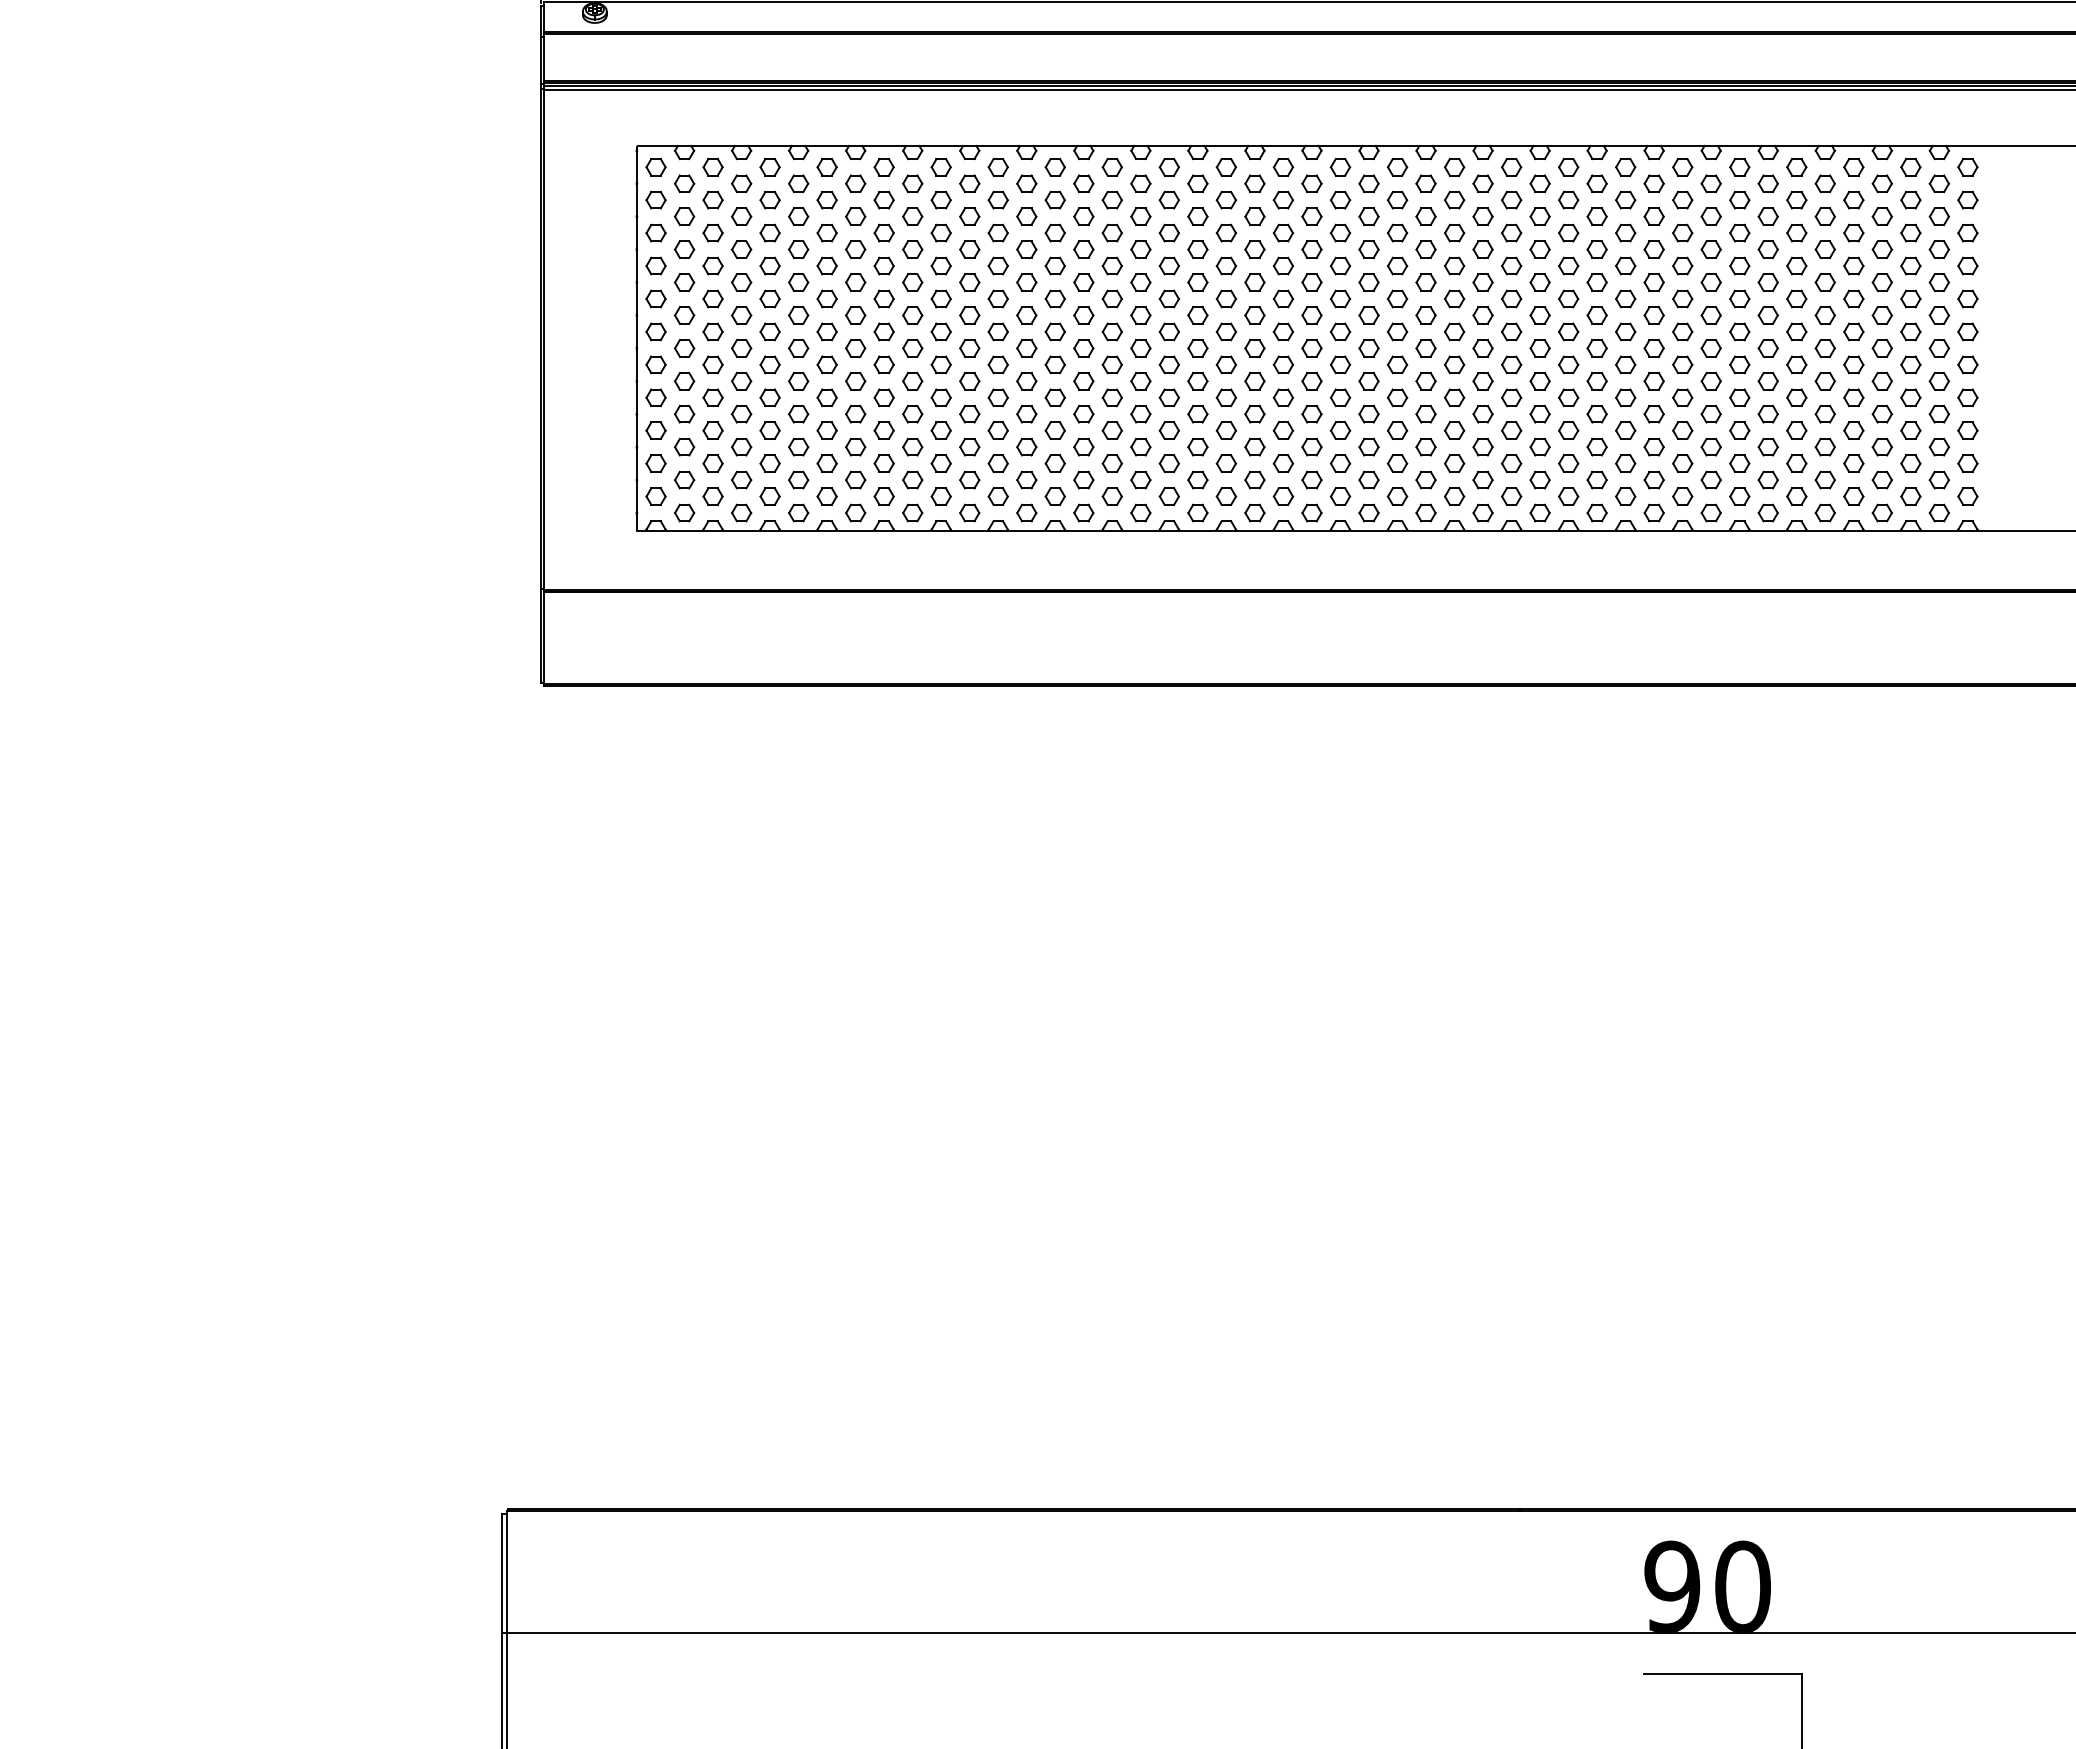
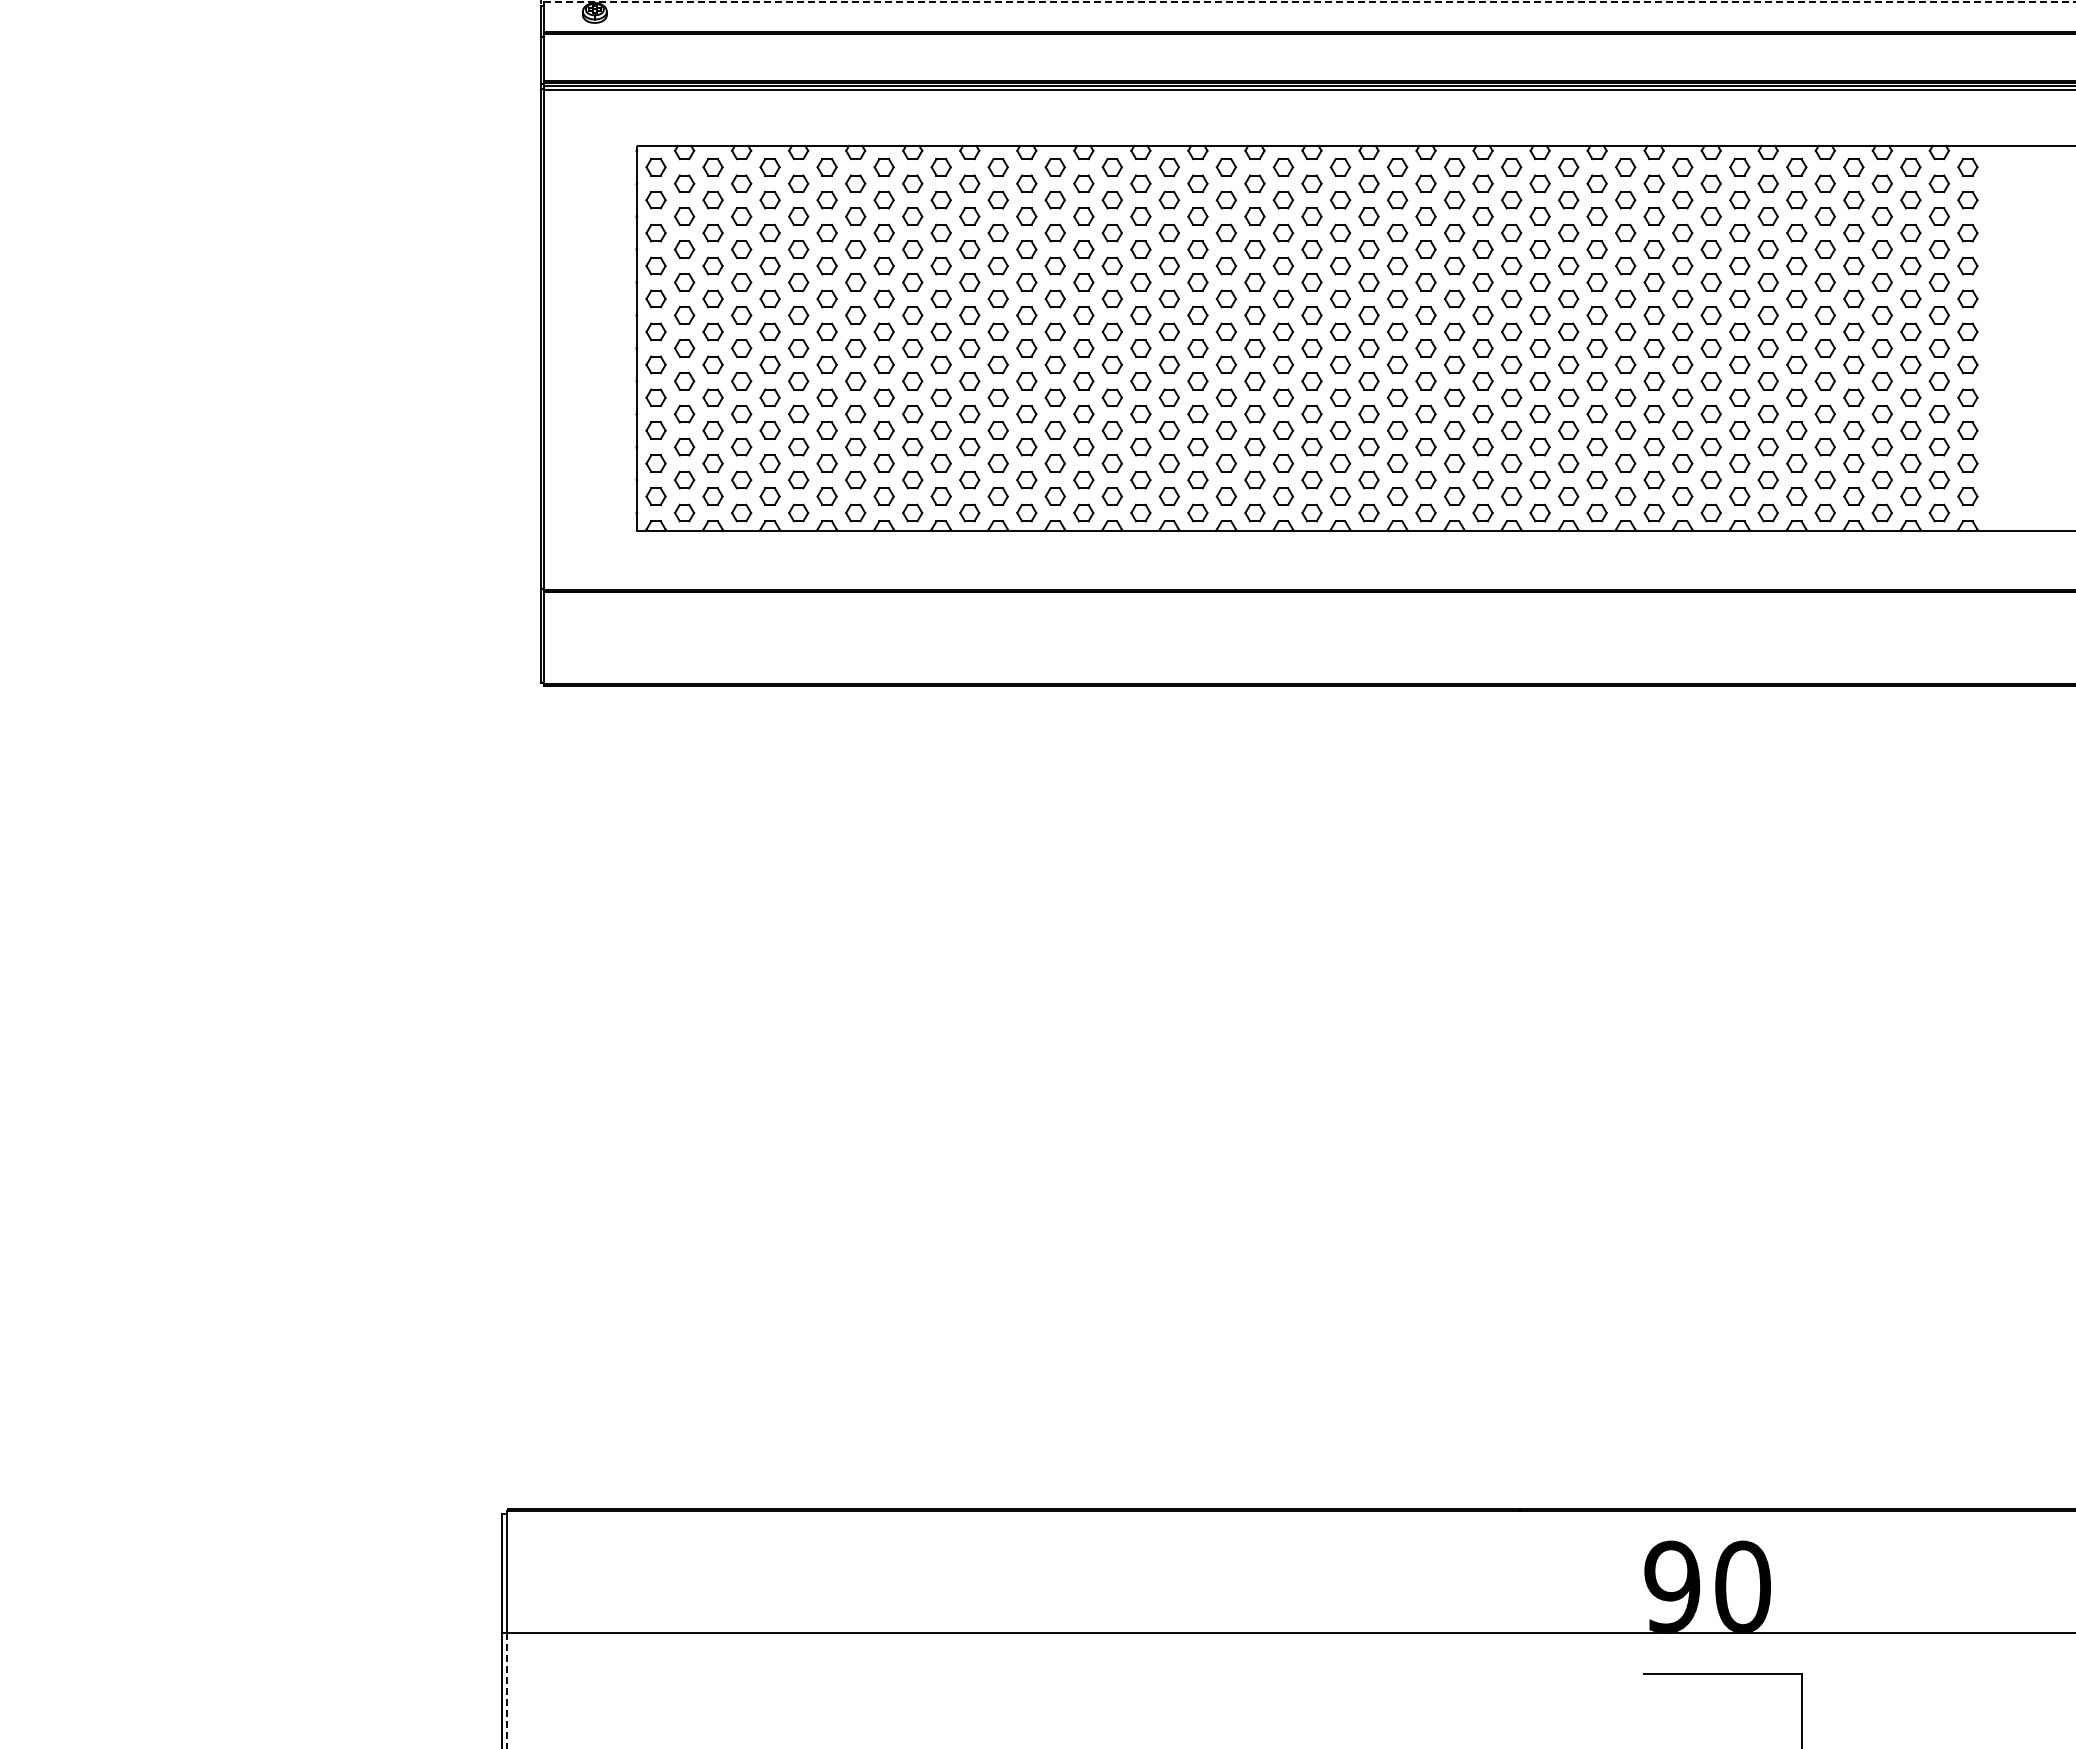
line at (1309, 1): solid -> dashed
line at (506, 1691): solid -> dashed
